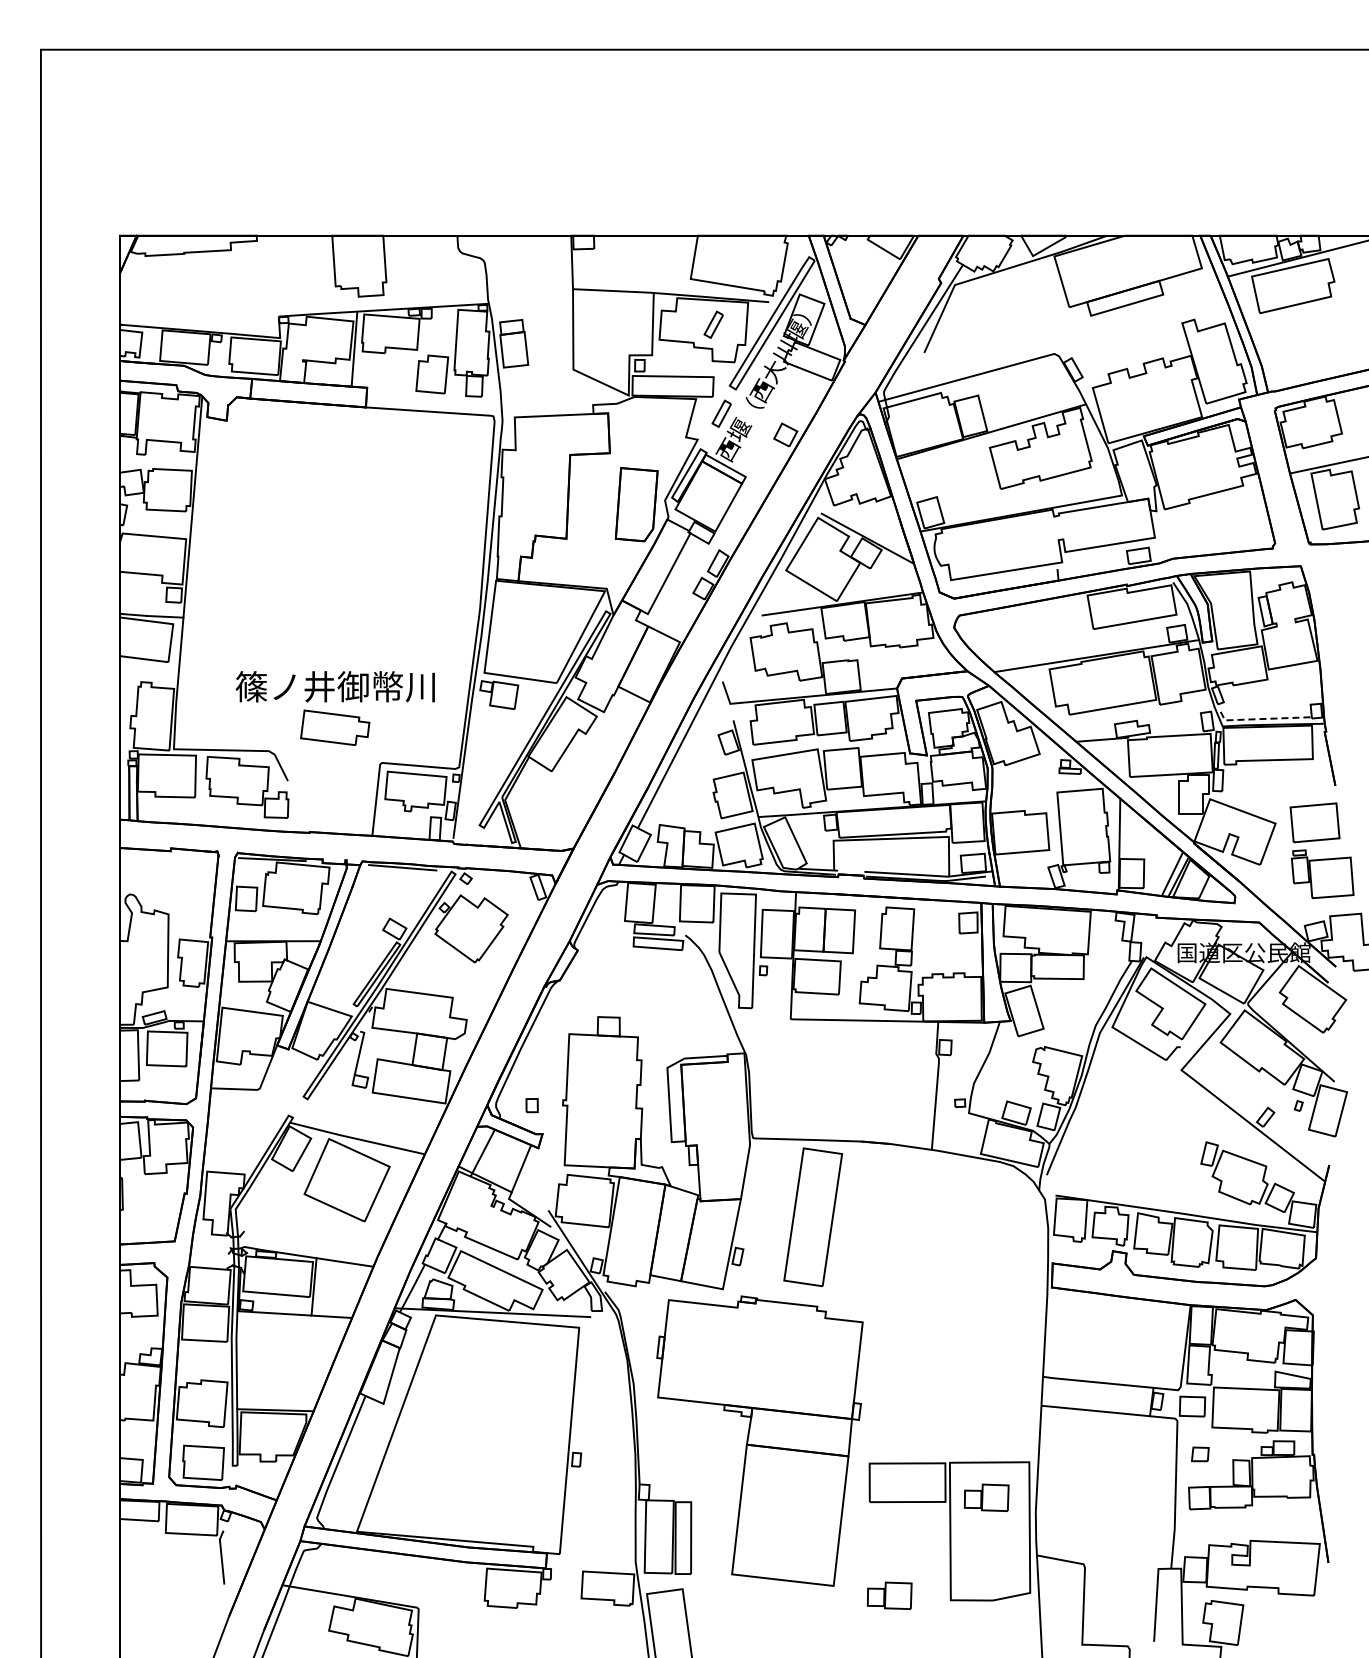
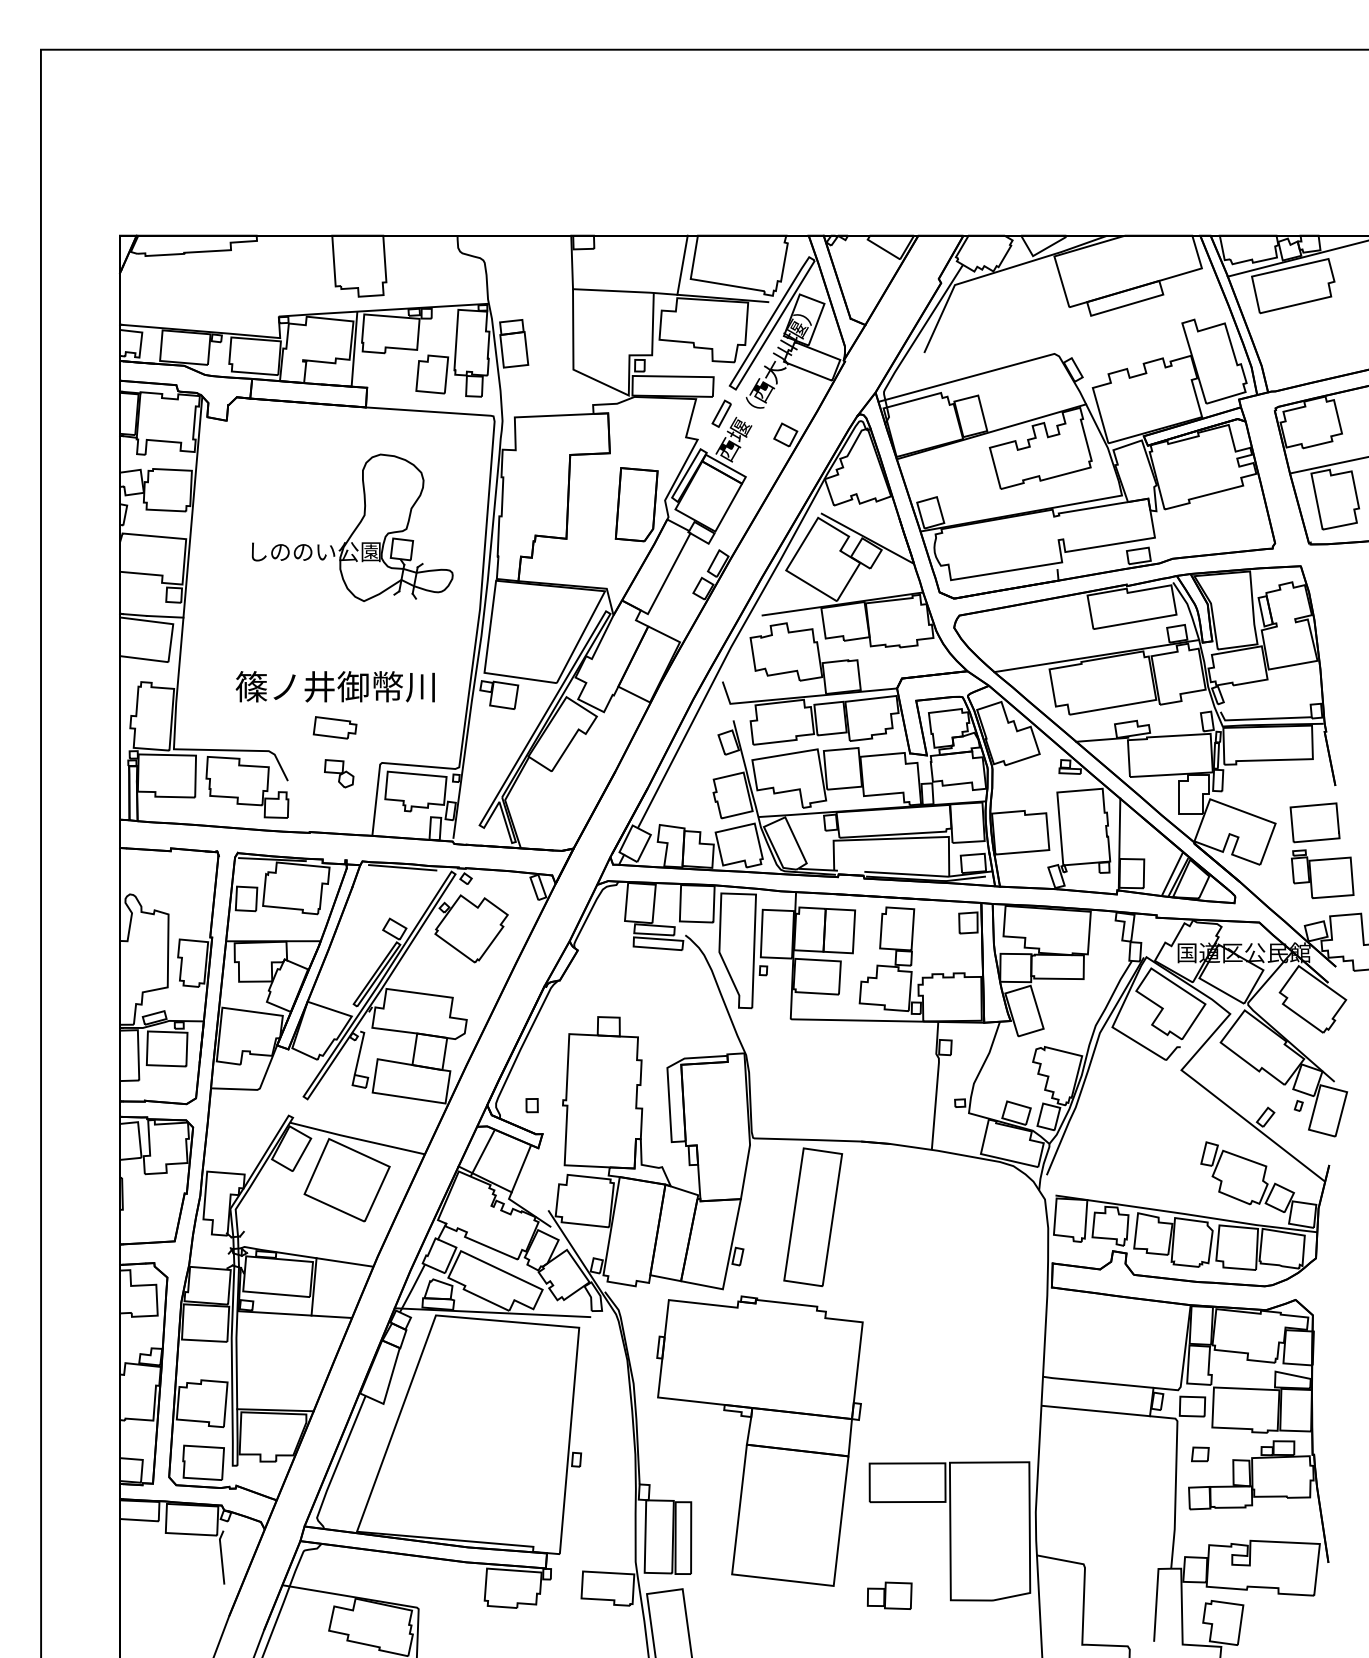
line at (682, 264): none -> present
part at (713, 324): present -> none
part at (352, 527): none -> present
line at (1262, 719): dashed -> solid
part at (335, 727) size: 71x37 px -> 46x24 px
part at (339, 773): none -> present
part at (986, 1497): present -> none
